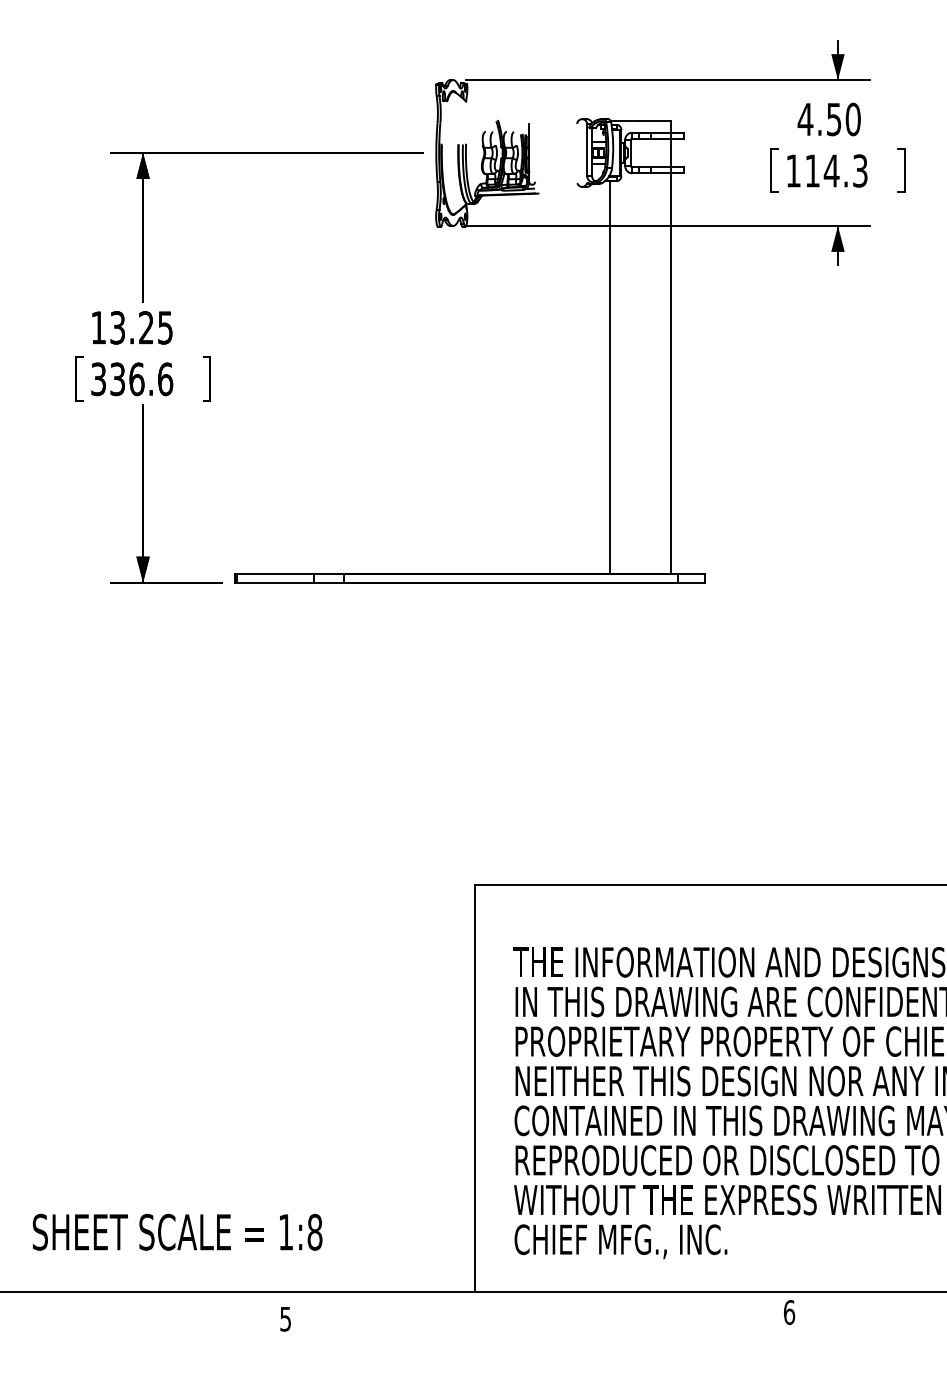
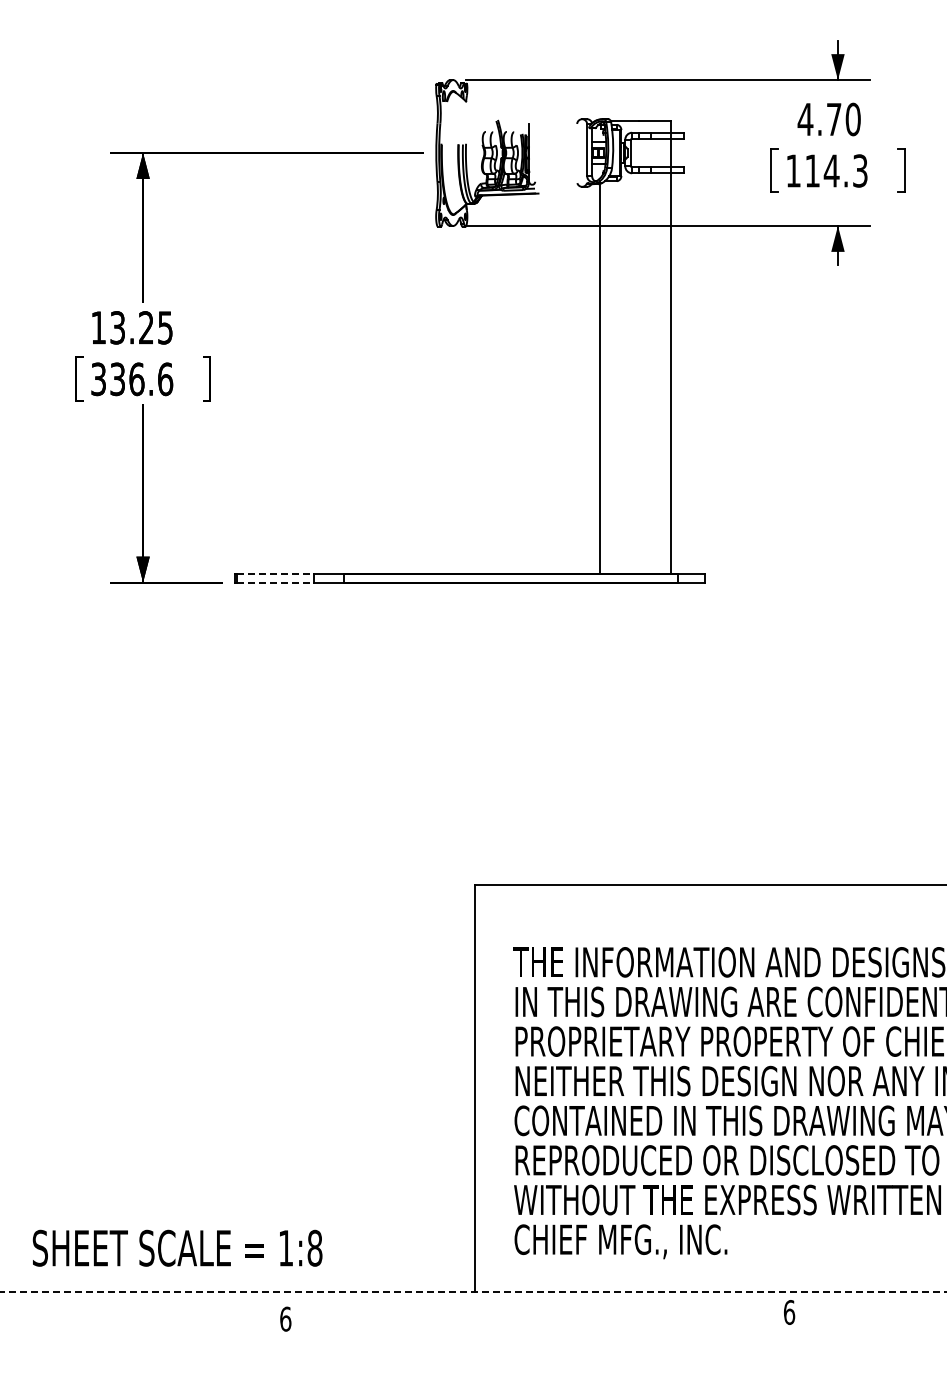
text at (834, 119): 4.50 -> 4.70
line at (609, 377) position: (609, 377) -> (599, 377)
line at (275, 574): solid -> dashed
line at (275, 582): solid -> dashed
text at (177, 1231) position: (177, 1231) -> (177, 1247)
line at (473, 1292): solid -> dashed
text at (285, 1318): 5 -> 6
